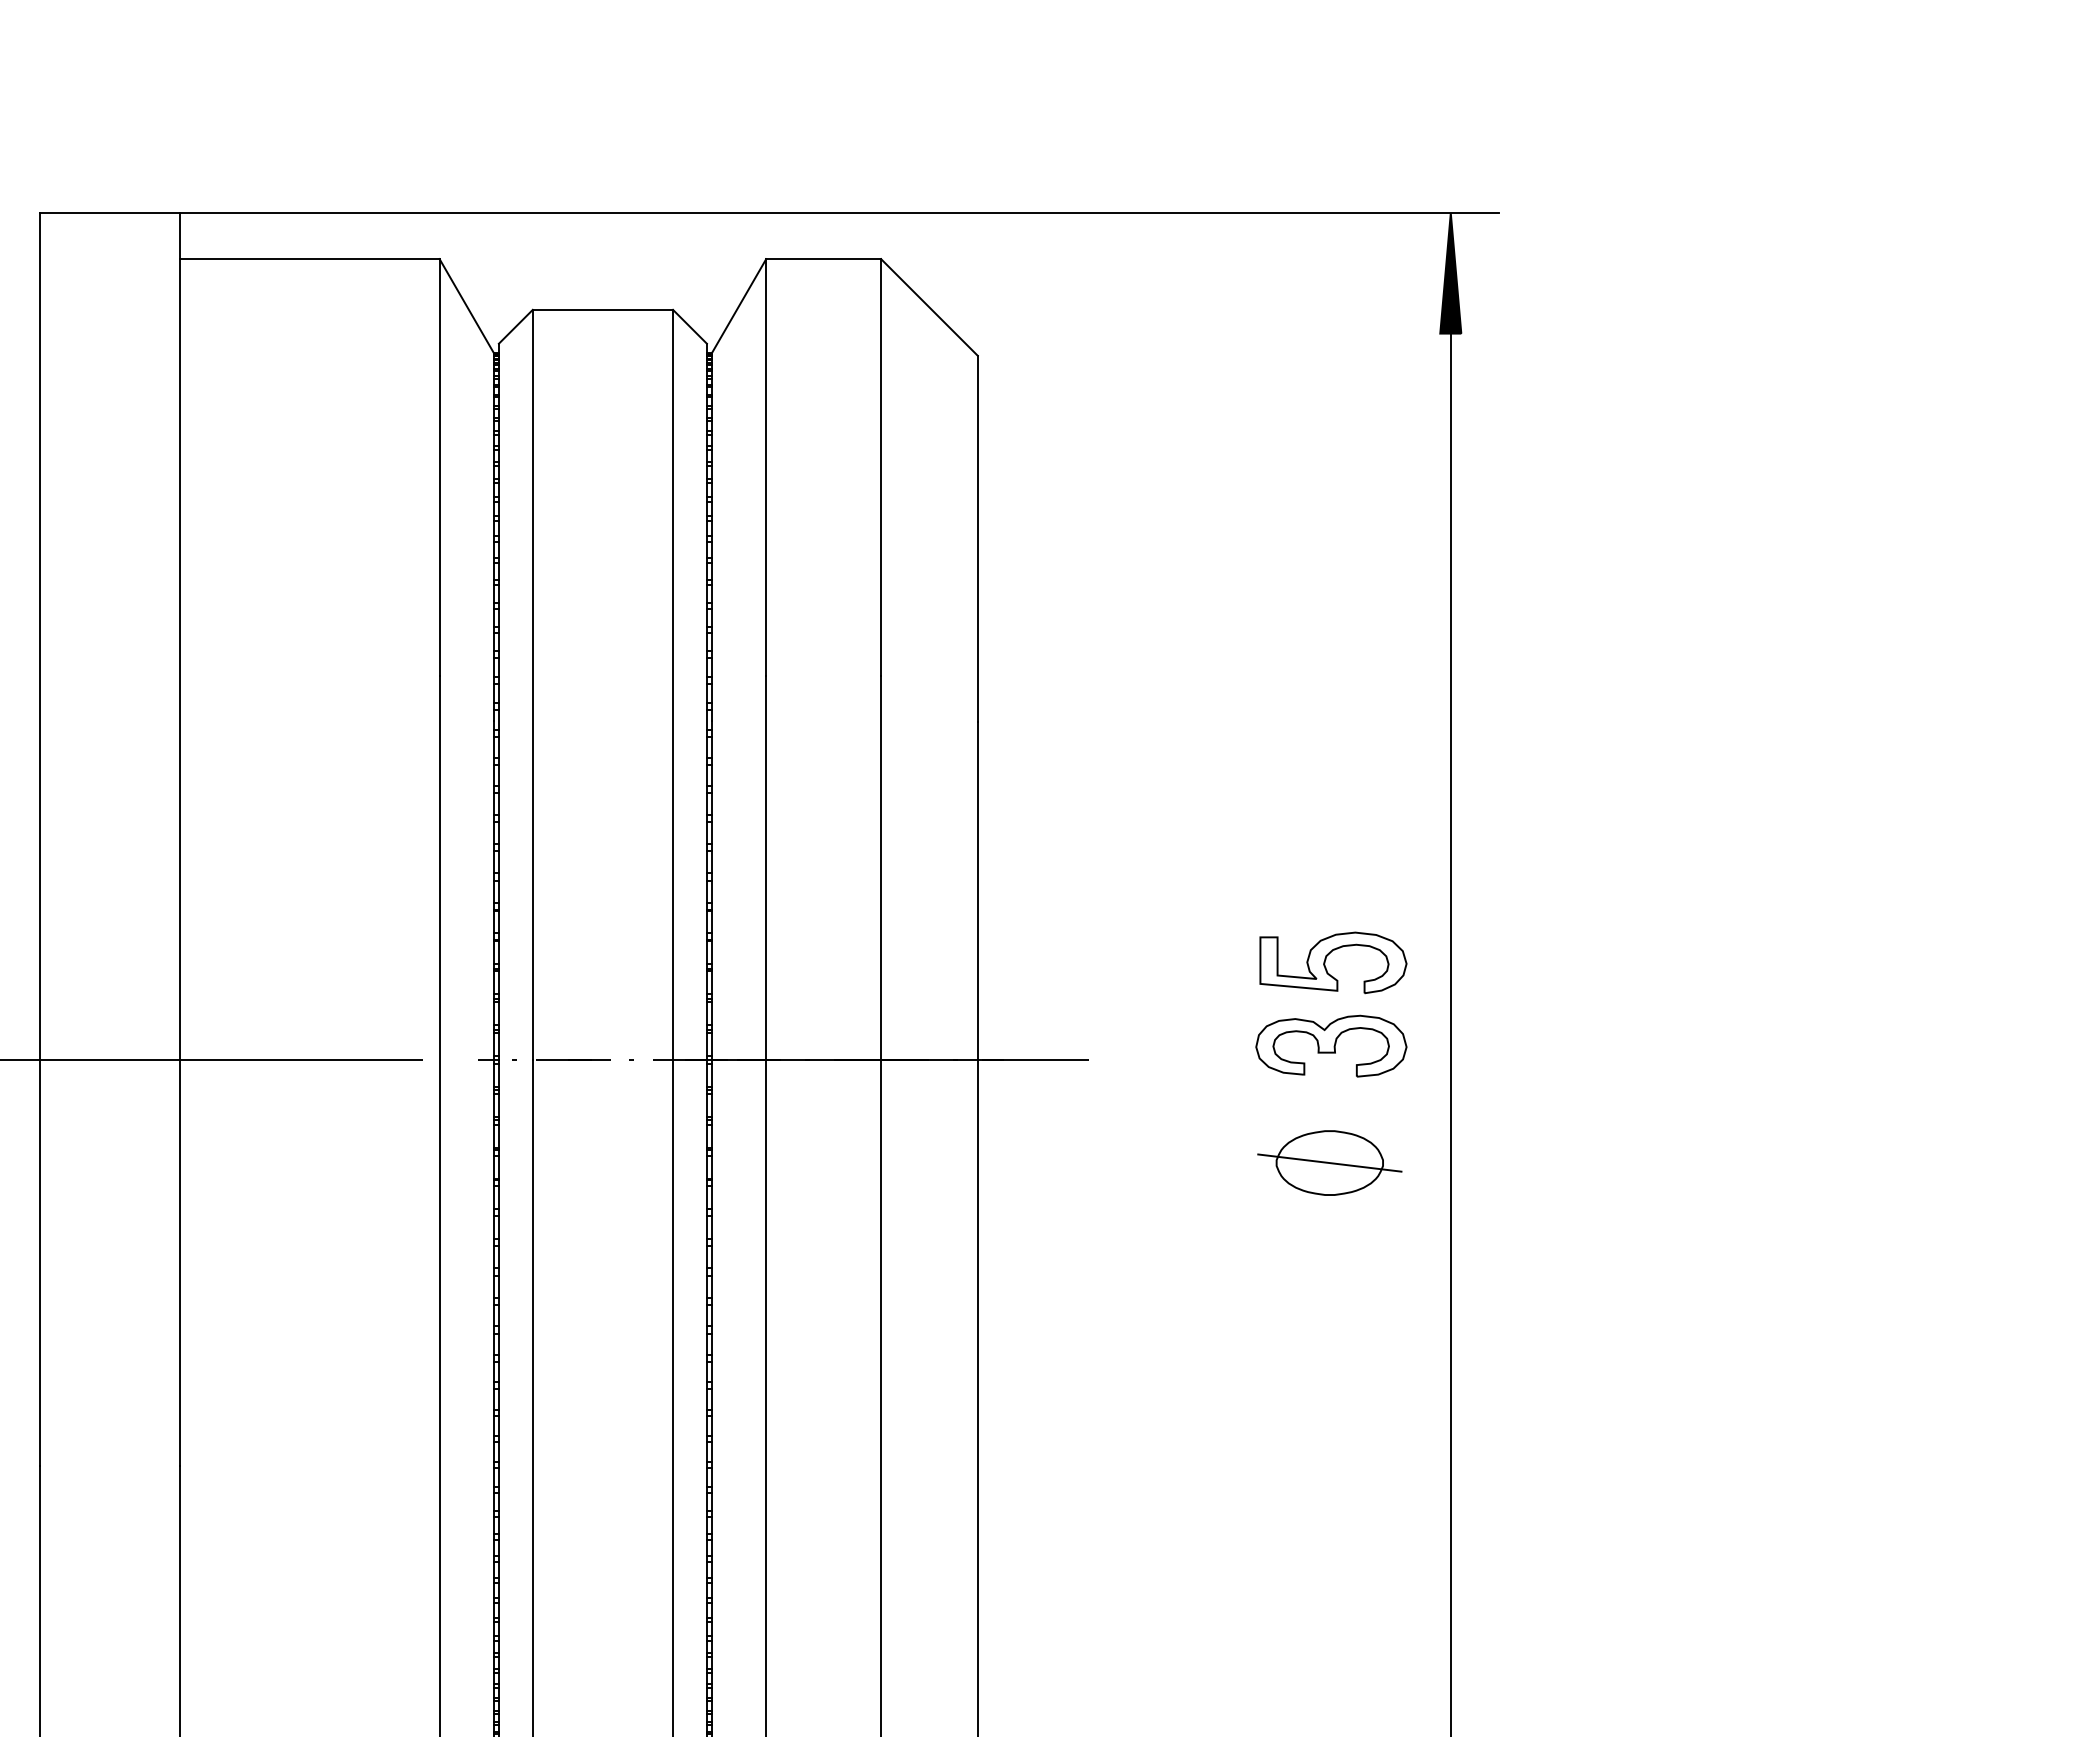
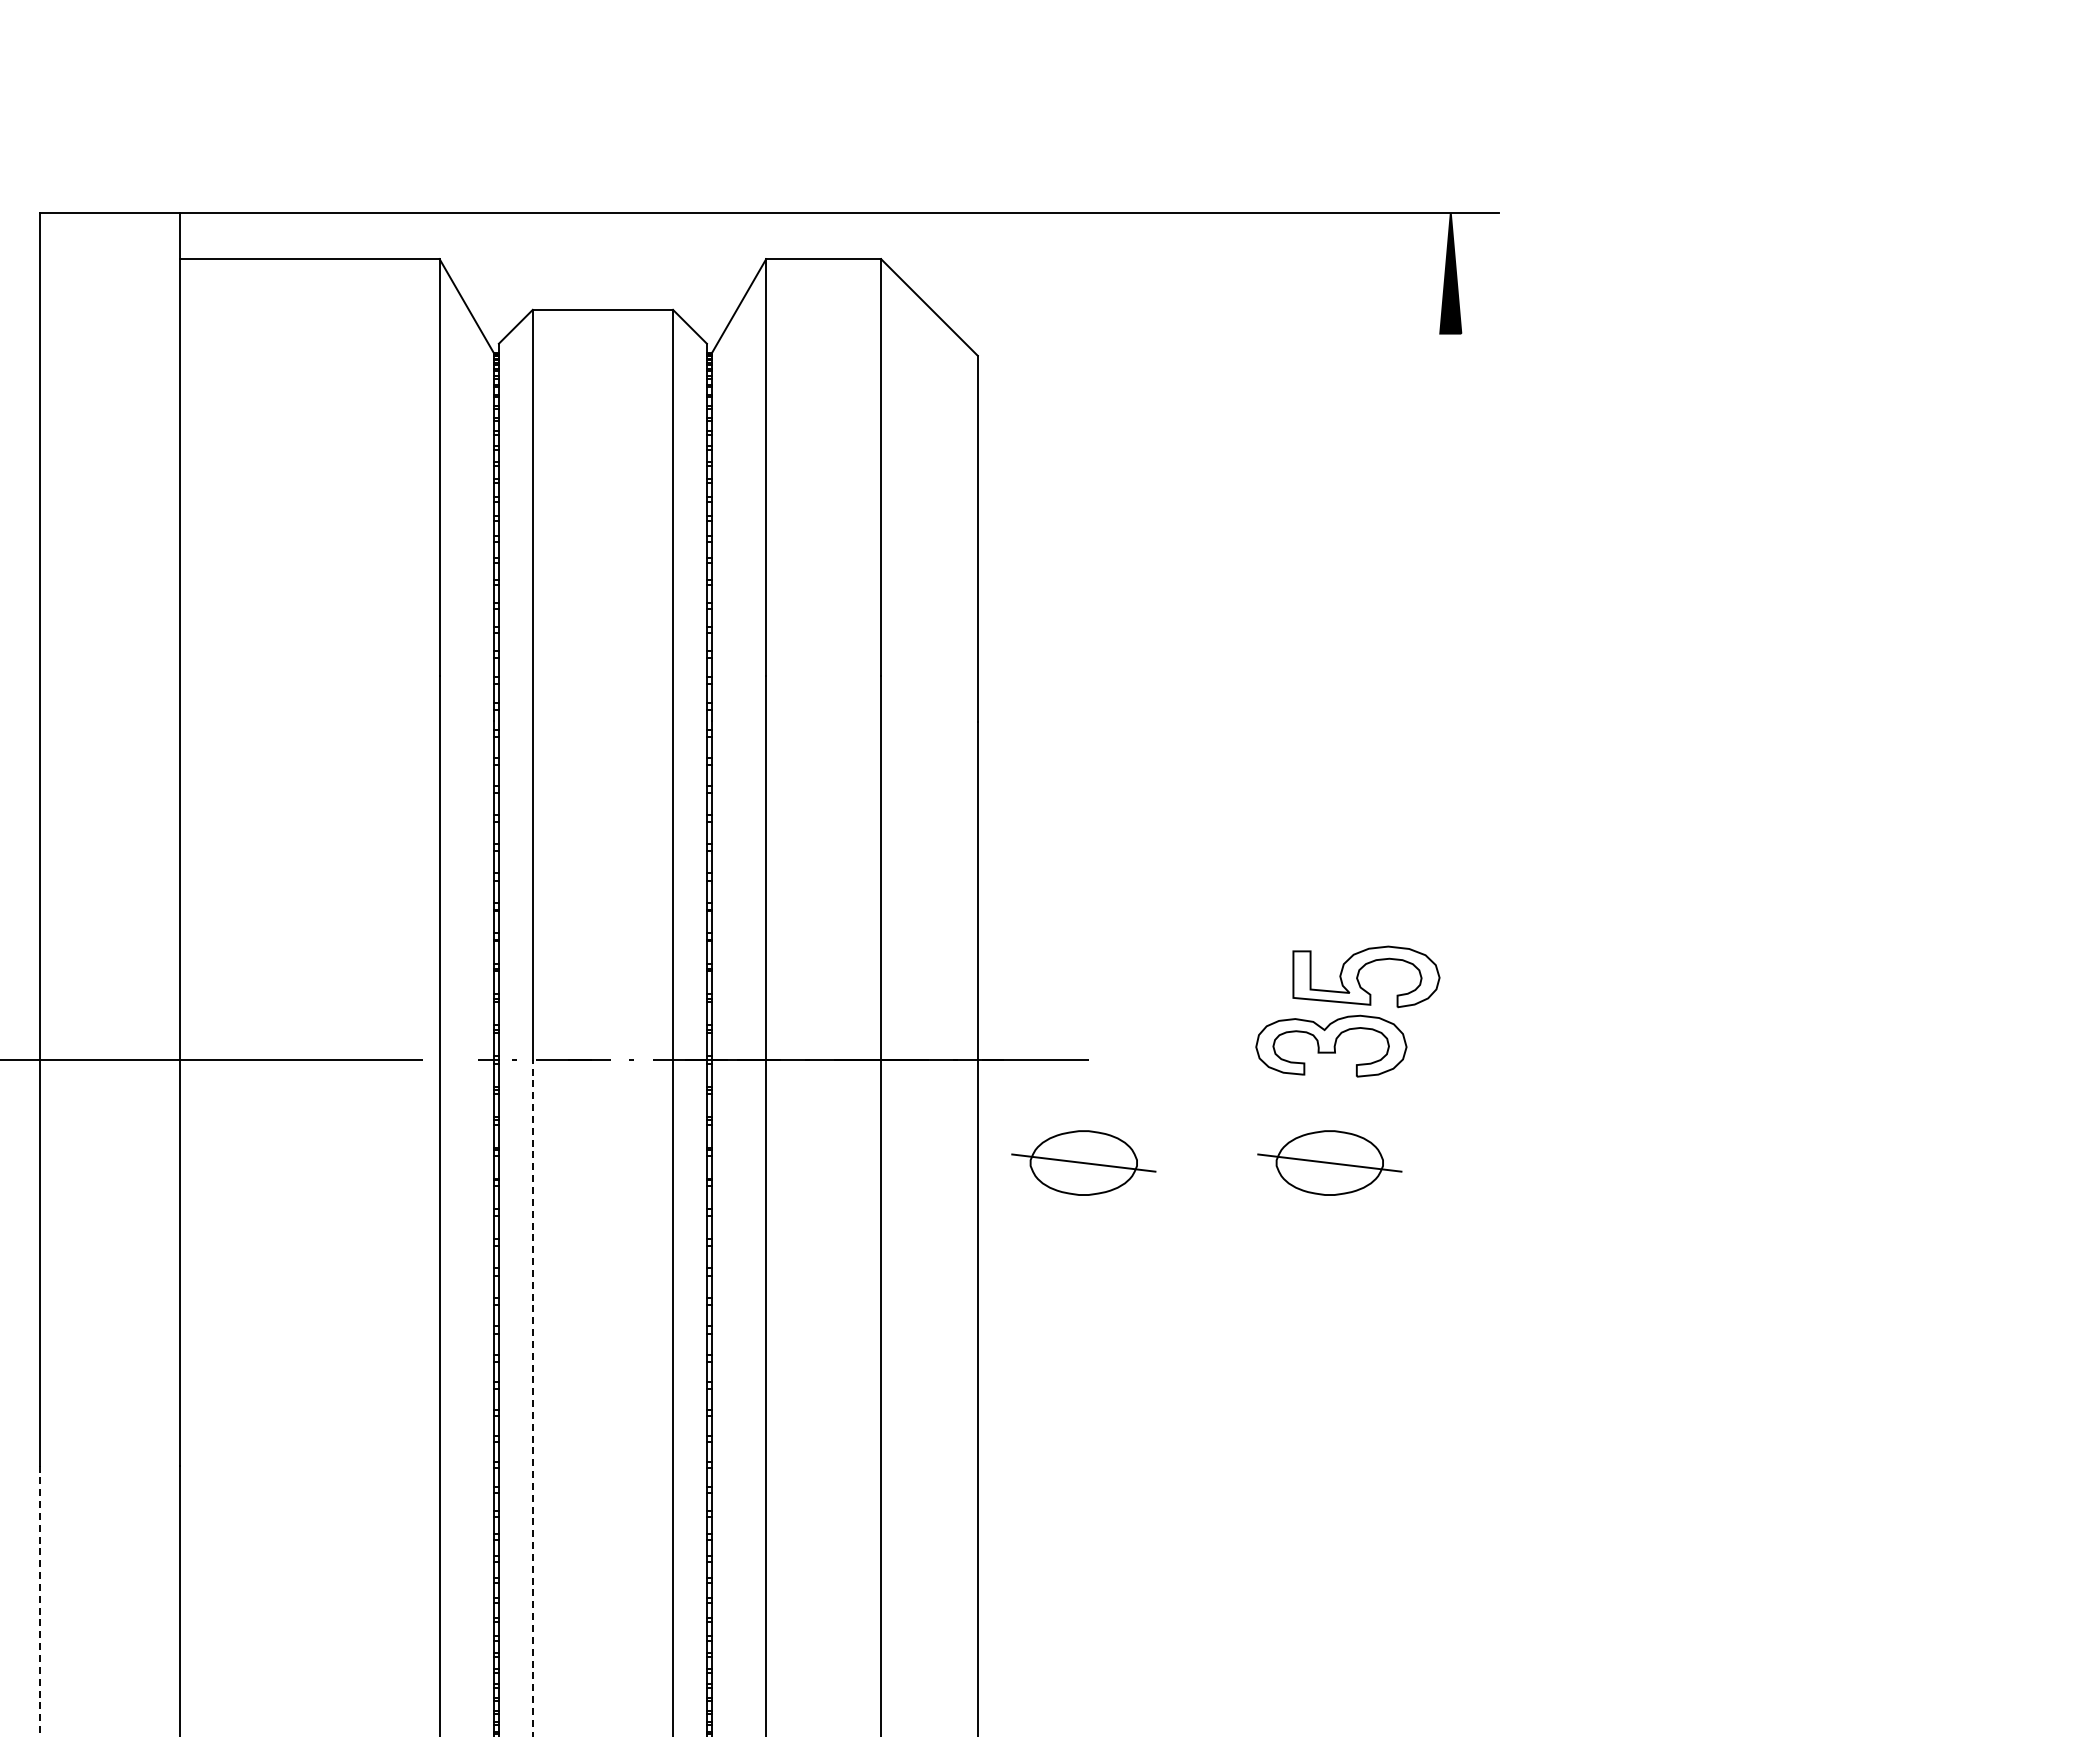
part at (1326, 959) position: (1326, 959) -> (1359, 973)
line at (1450, 1033): present -> none
part at (1083, 1162): none -> present
line at (532, 1397): solid -> dashed
line at (40, 1601): solid -> dashed
